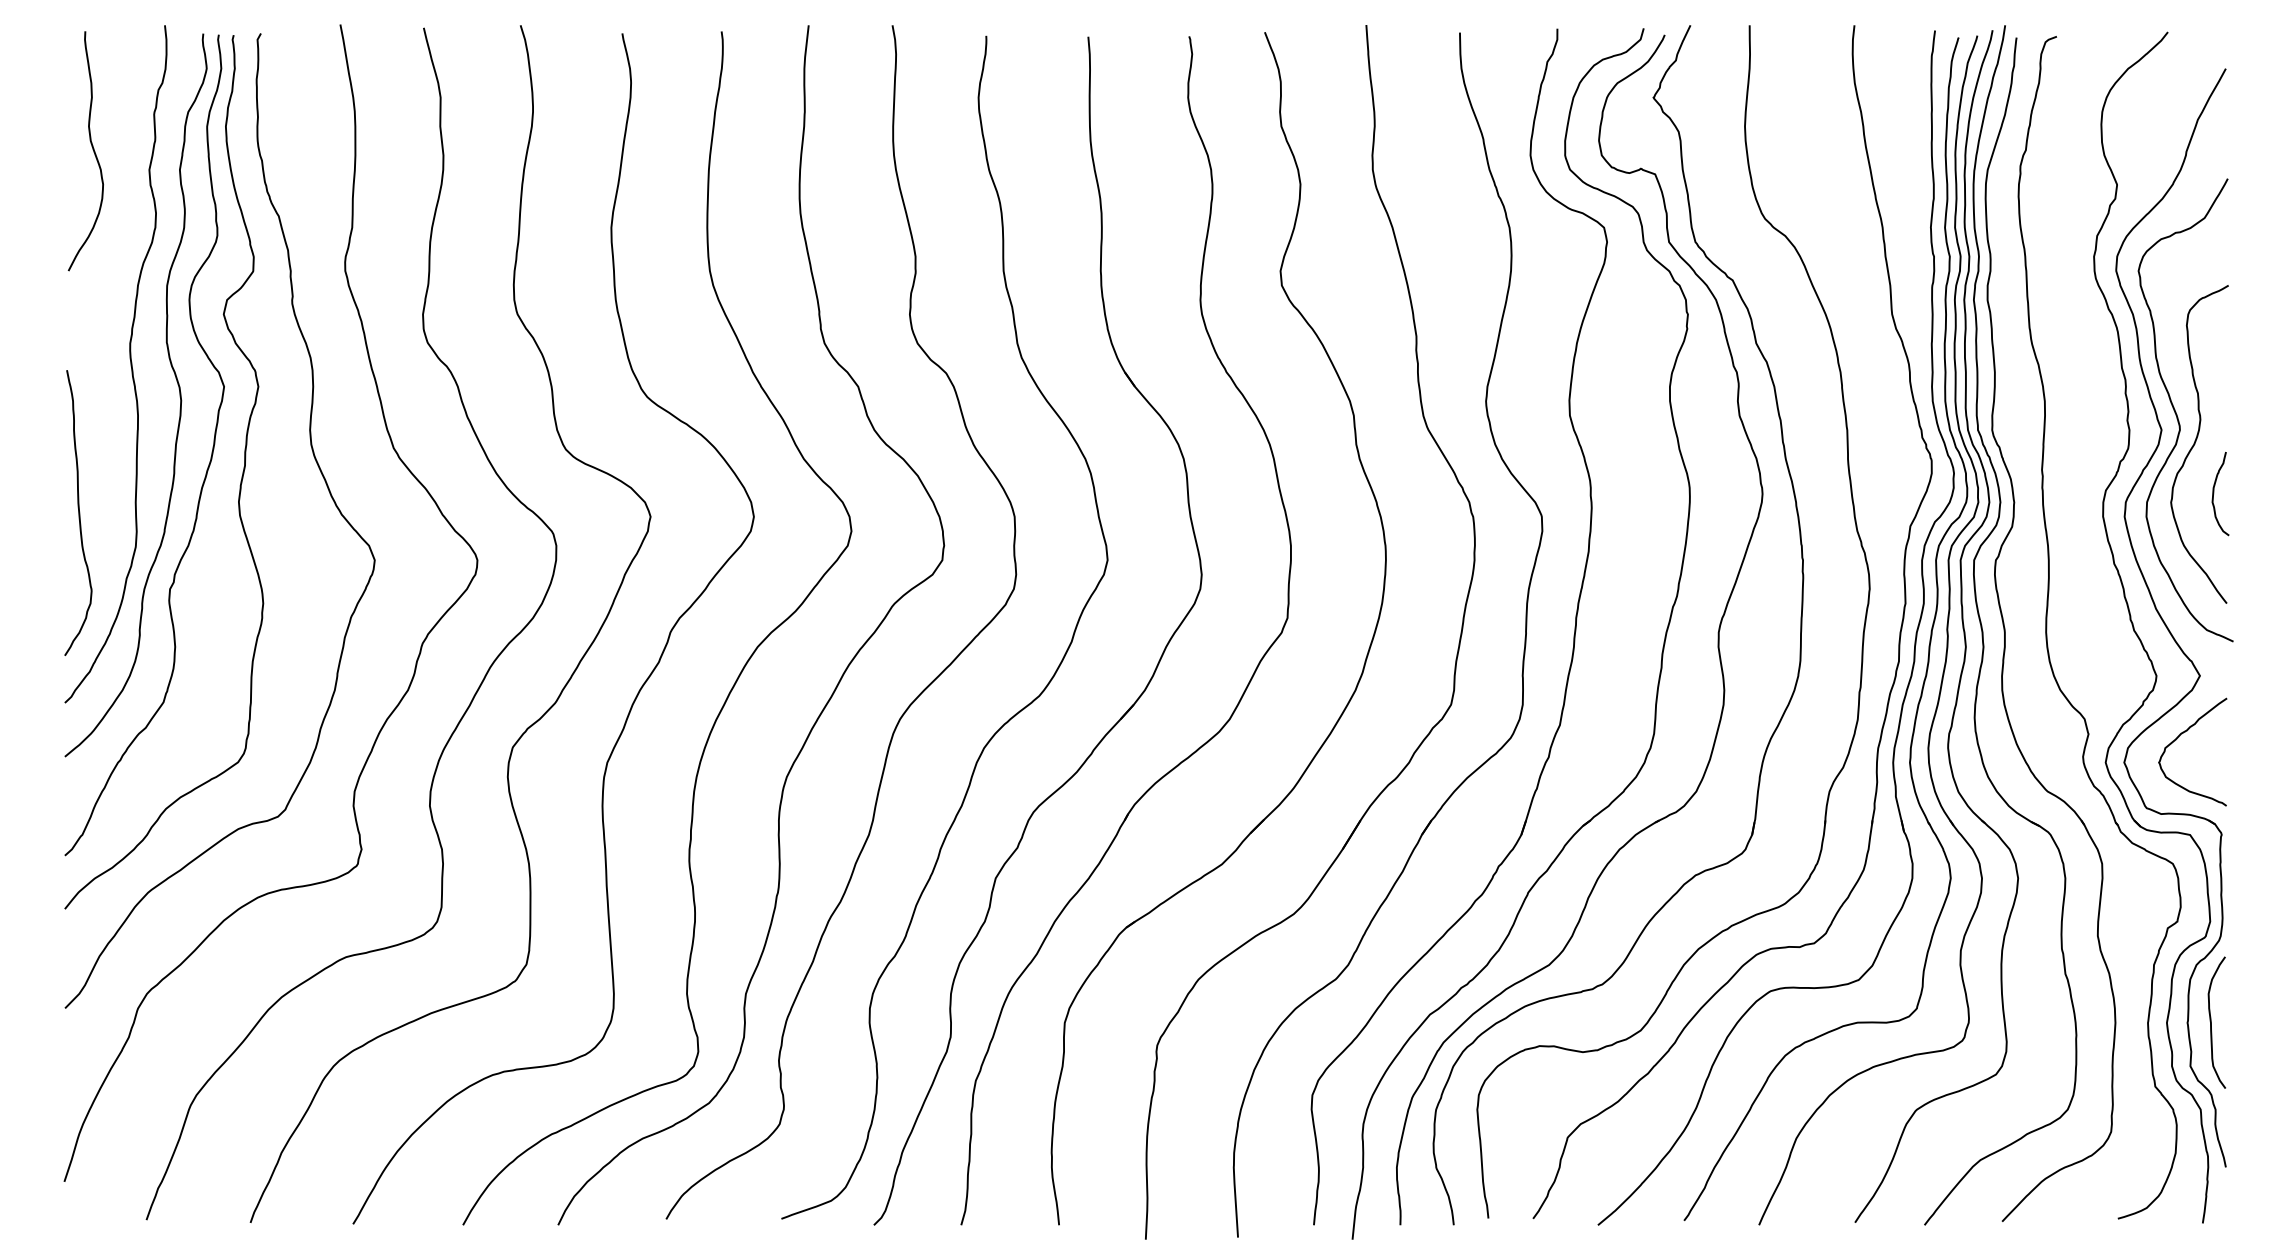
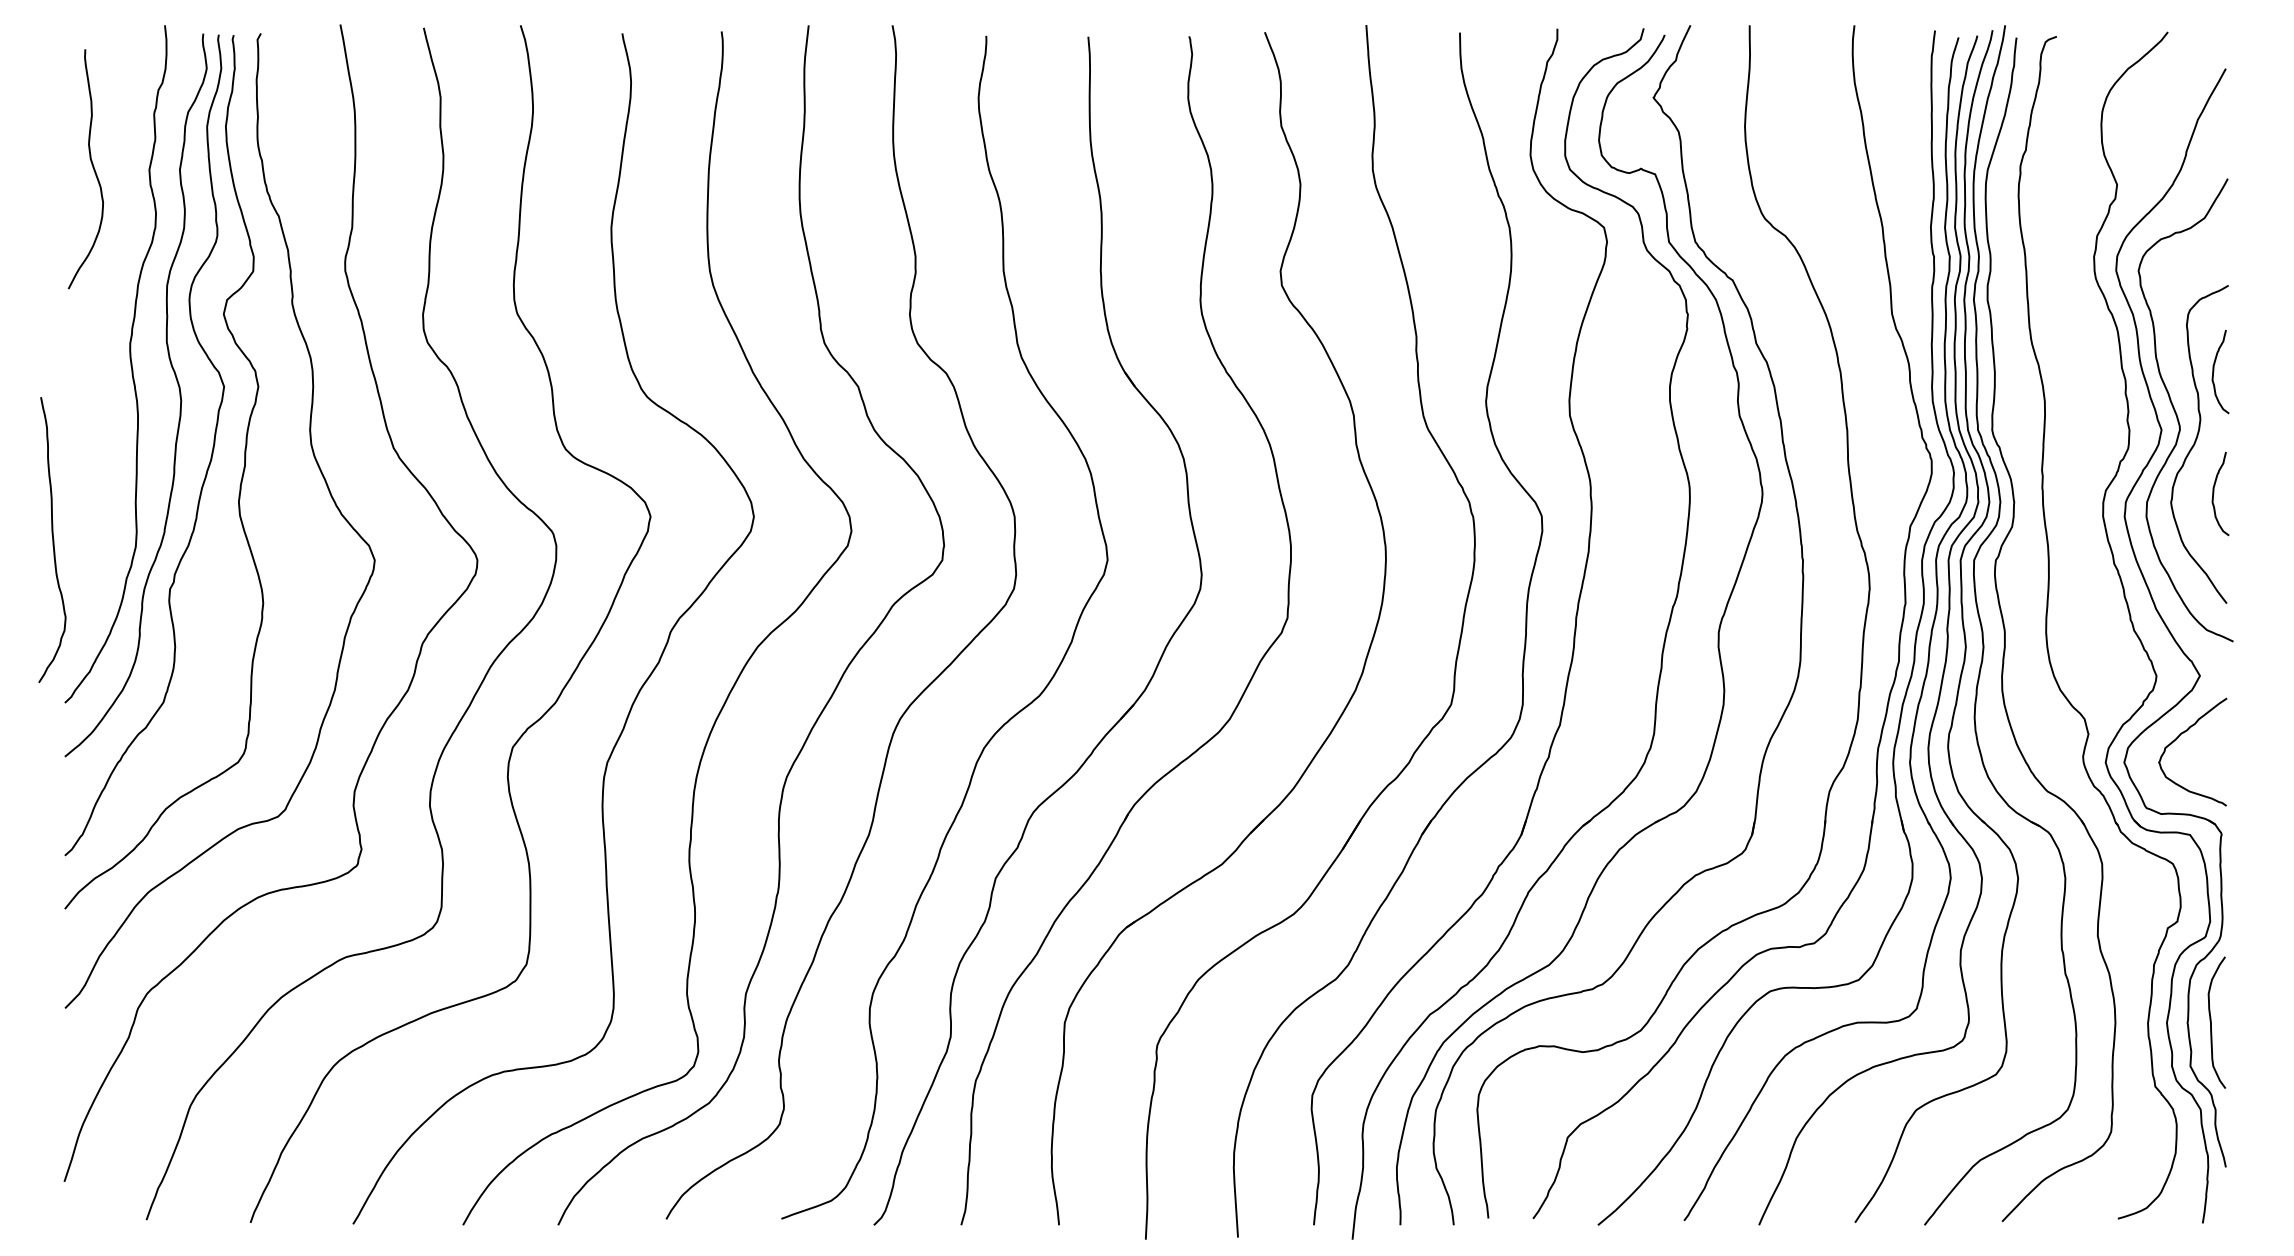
curve at (92, 149) position: (92, 149) -> (92, 167)
curve at (2214, 371): none -> present
curve at (78, 512) position: (78, 512) -> (52, 539)
